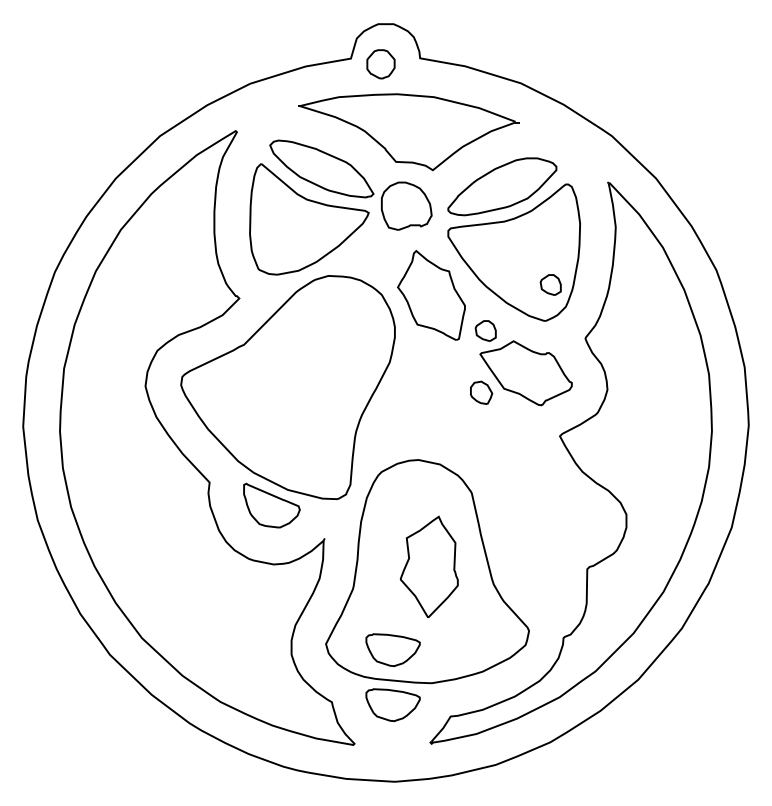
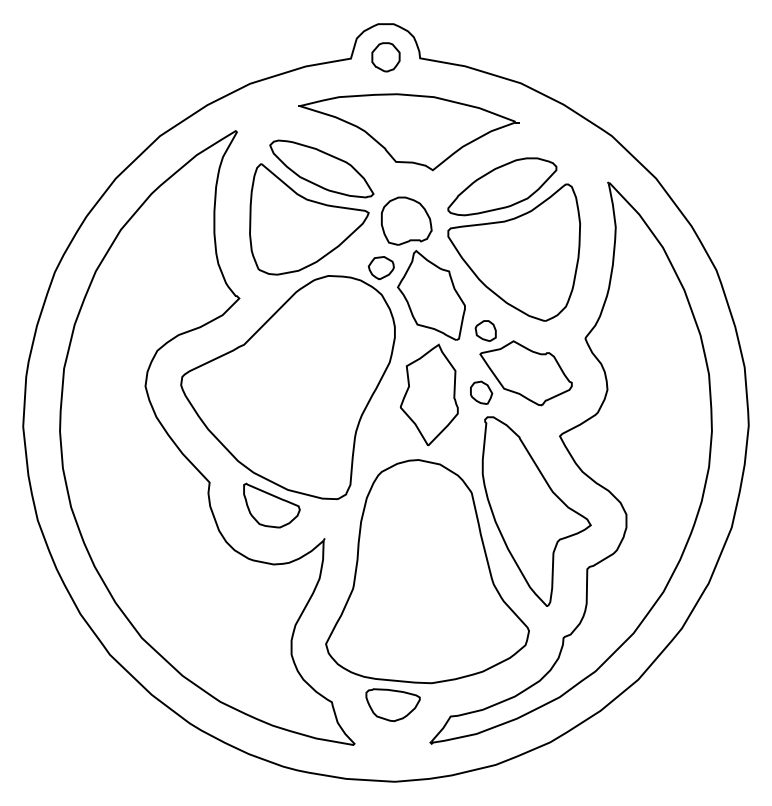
part at (380, 64) position: (380, 64) -> (385, 57)
part at (406, 205) position: (406, 205) -> (406, 220)
part at (380, 267): none -> present
part at (550, 284): present -> none
part at (536, 511): none -> present
part at (429, 566) position: (429, 566) -> (429, 394)
part at (392, 650): present -> none
